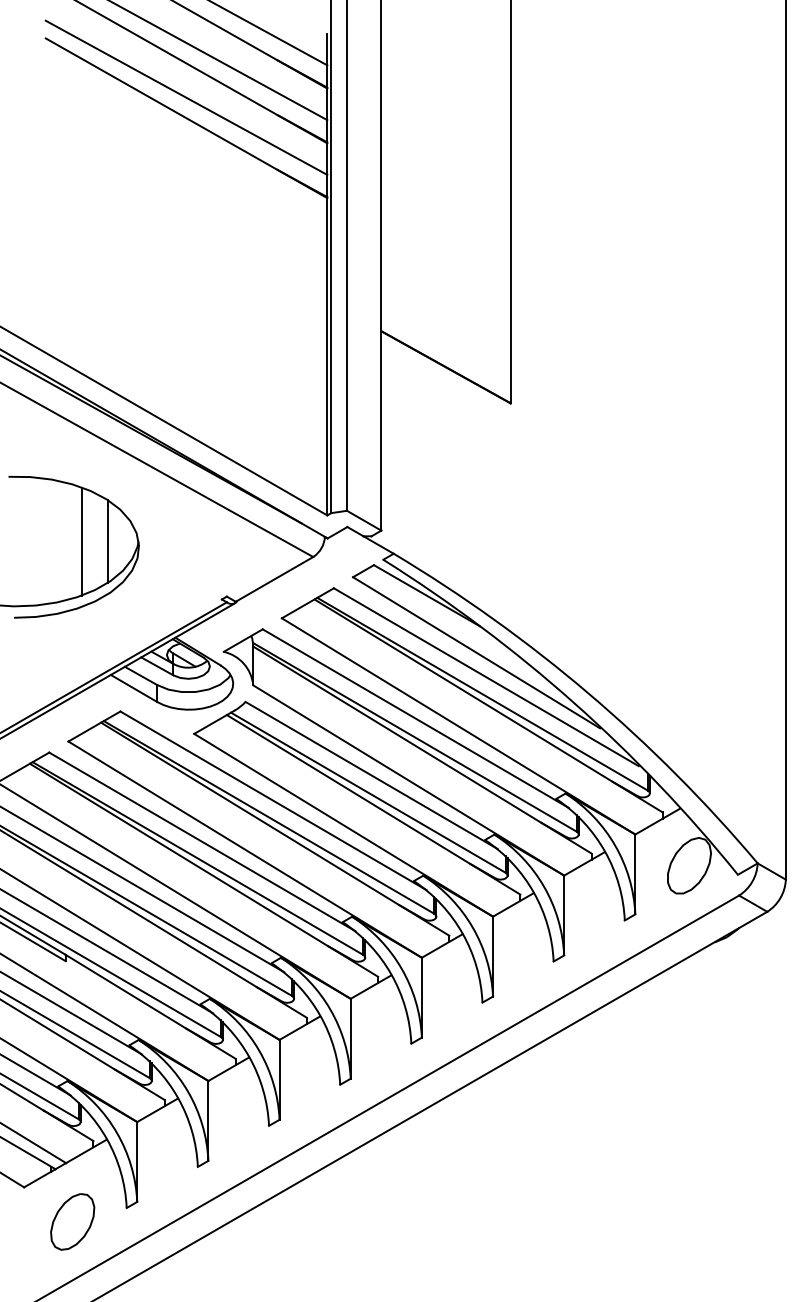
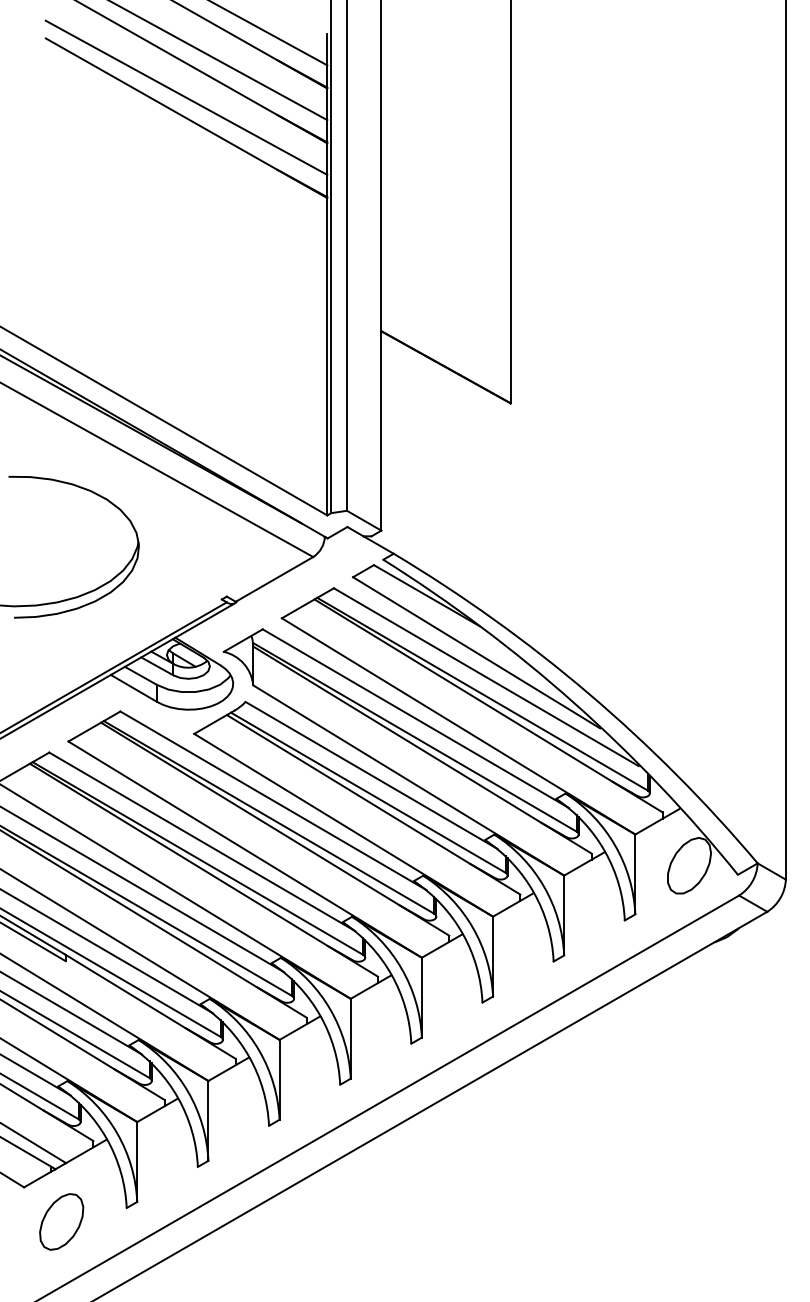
line at (81, 541): present -> none
line at (108, 541): present -> none
part at (72, 1221) position: (72, 1221) -> (61, 1221)
